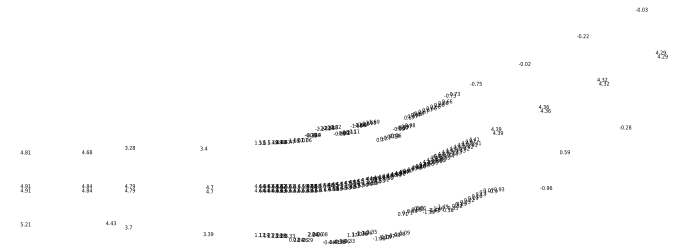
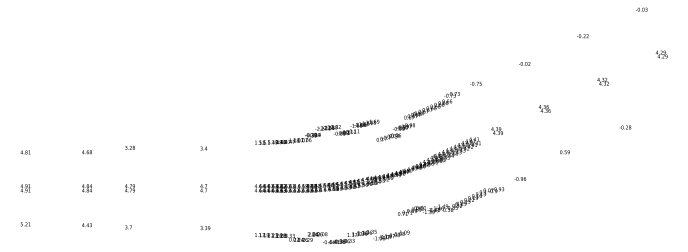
text at (546, 187) position: (546, 187) -> (520, 178)
text at (209, 189) position: (209, 189) -> (203, 188)
text at (110, 223) position: (110, 223) -> (86, 225)
text at (208, 234) position: (208, 234) -> (205, 228)
